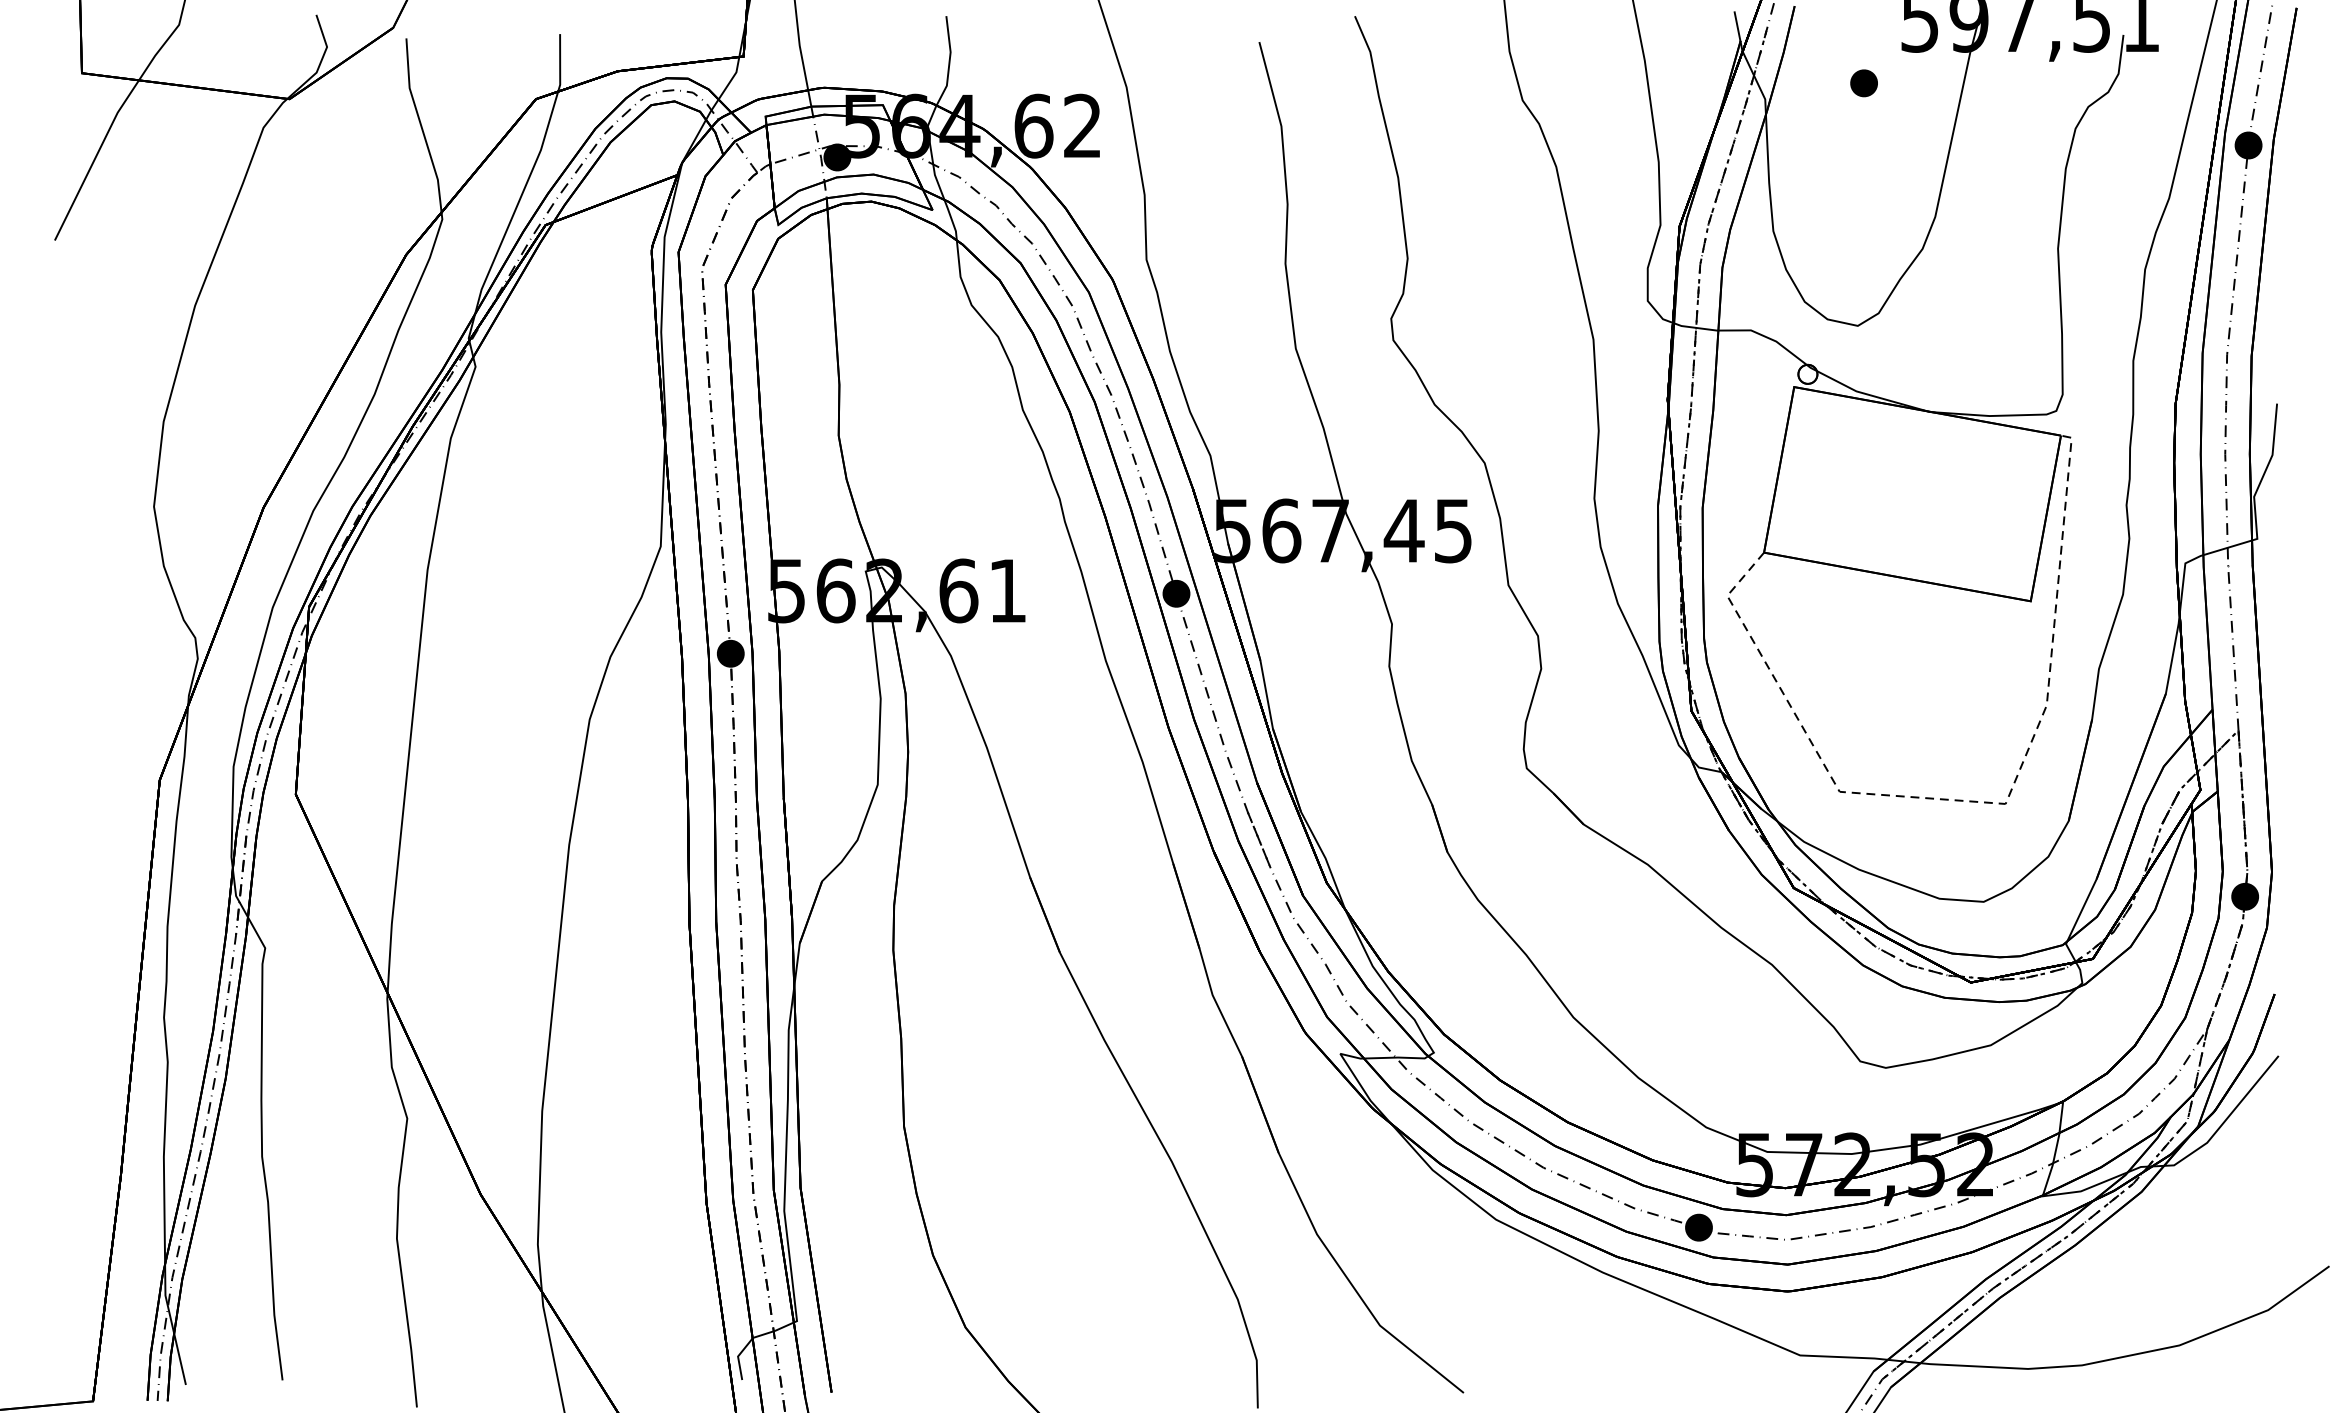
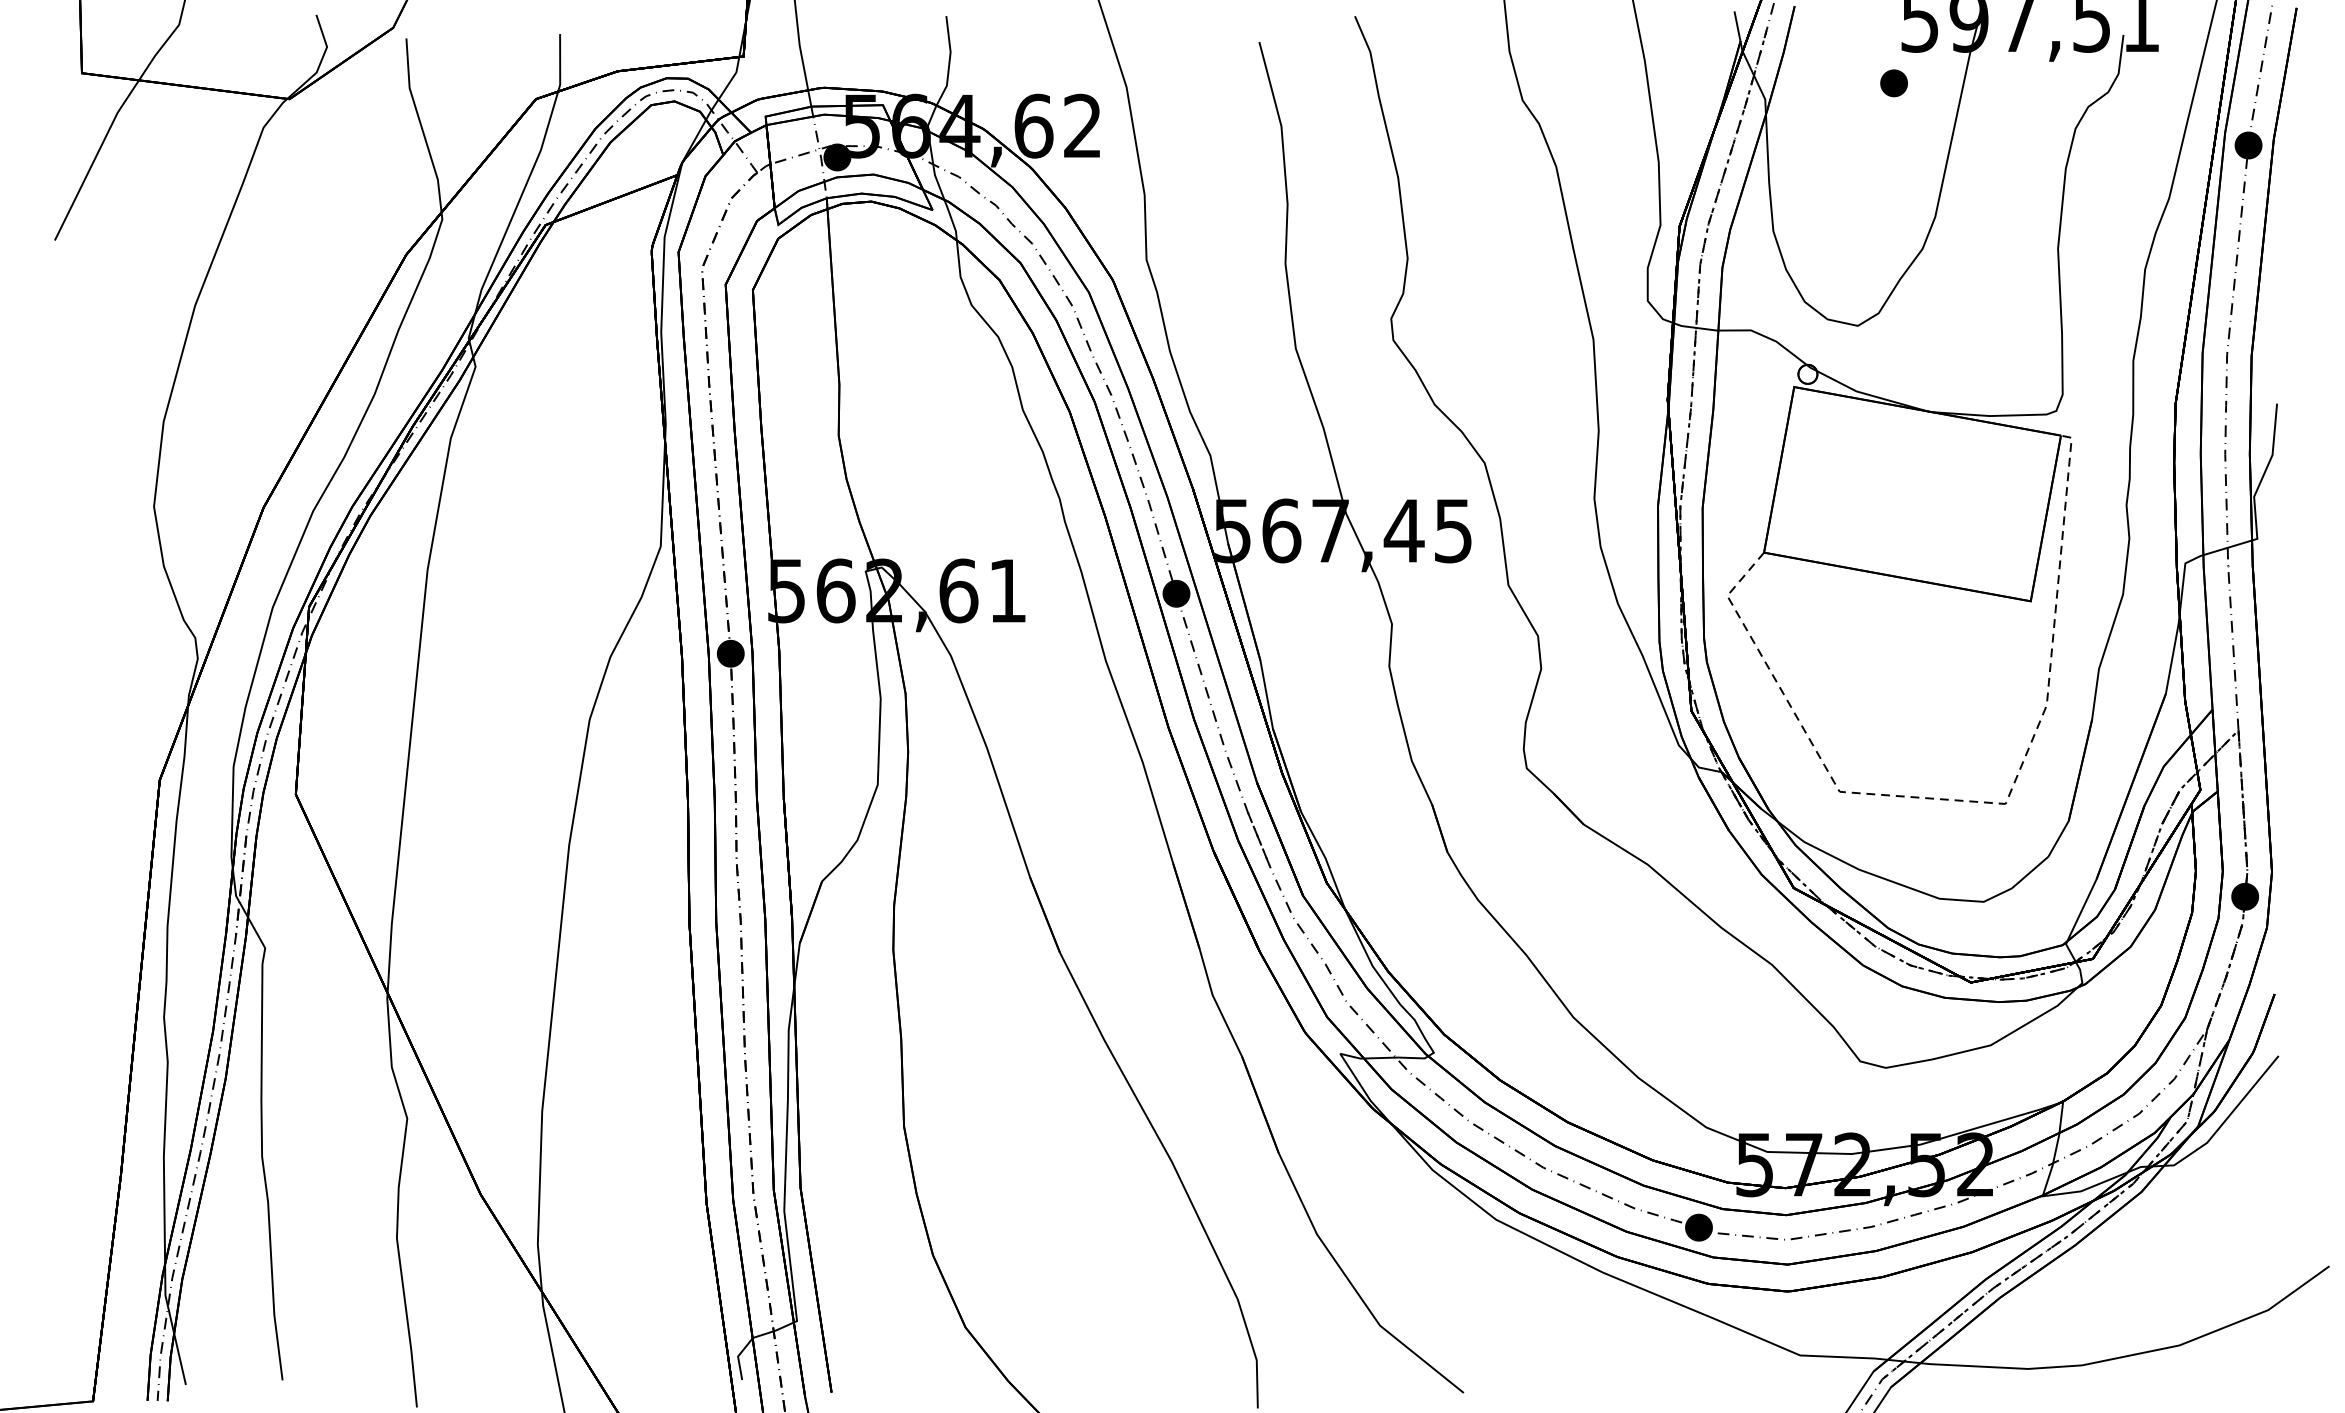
part at (1863, 83) position: (1863, 83) -> (1893, 83)
